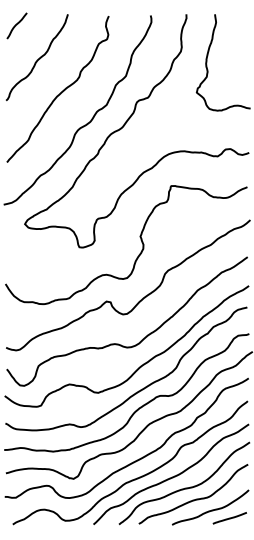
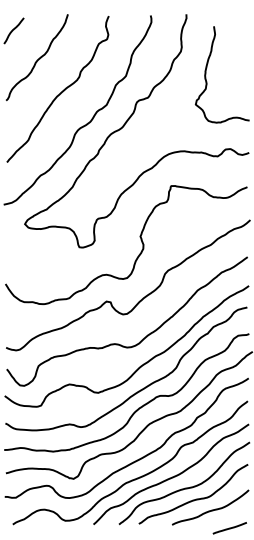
curve at (16, 25) position: (16, 25) -> (13, 30)
curve at (207, 62) position: (207, 62) -> (206, 74)
line at (229, 518) position: (229, 518) -> (229, 528)
